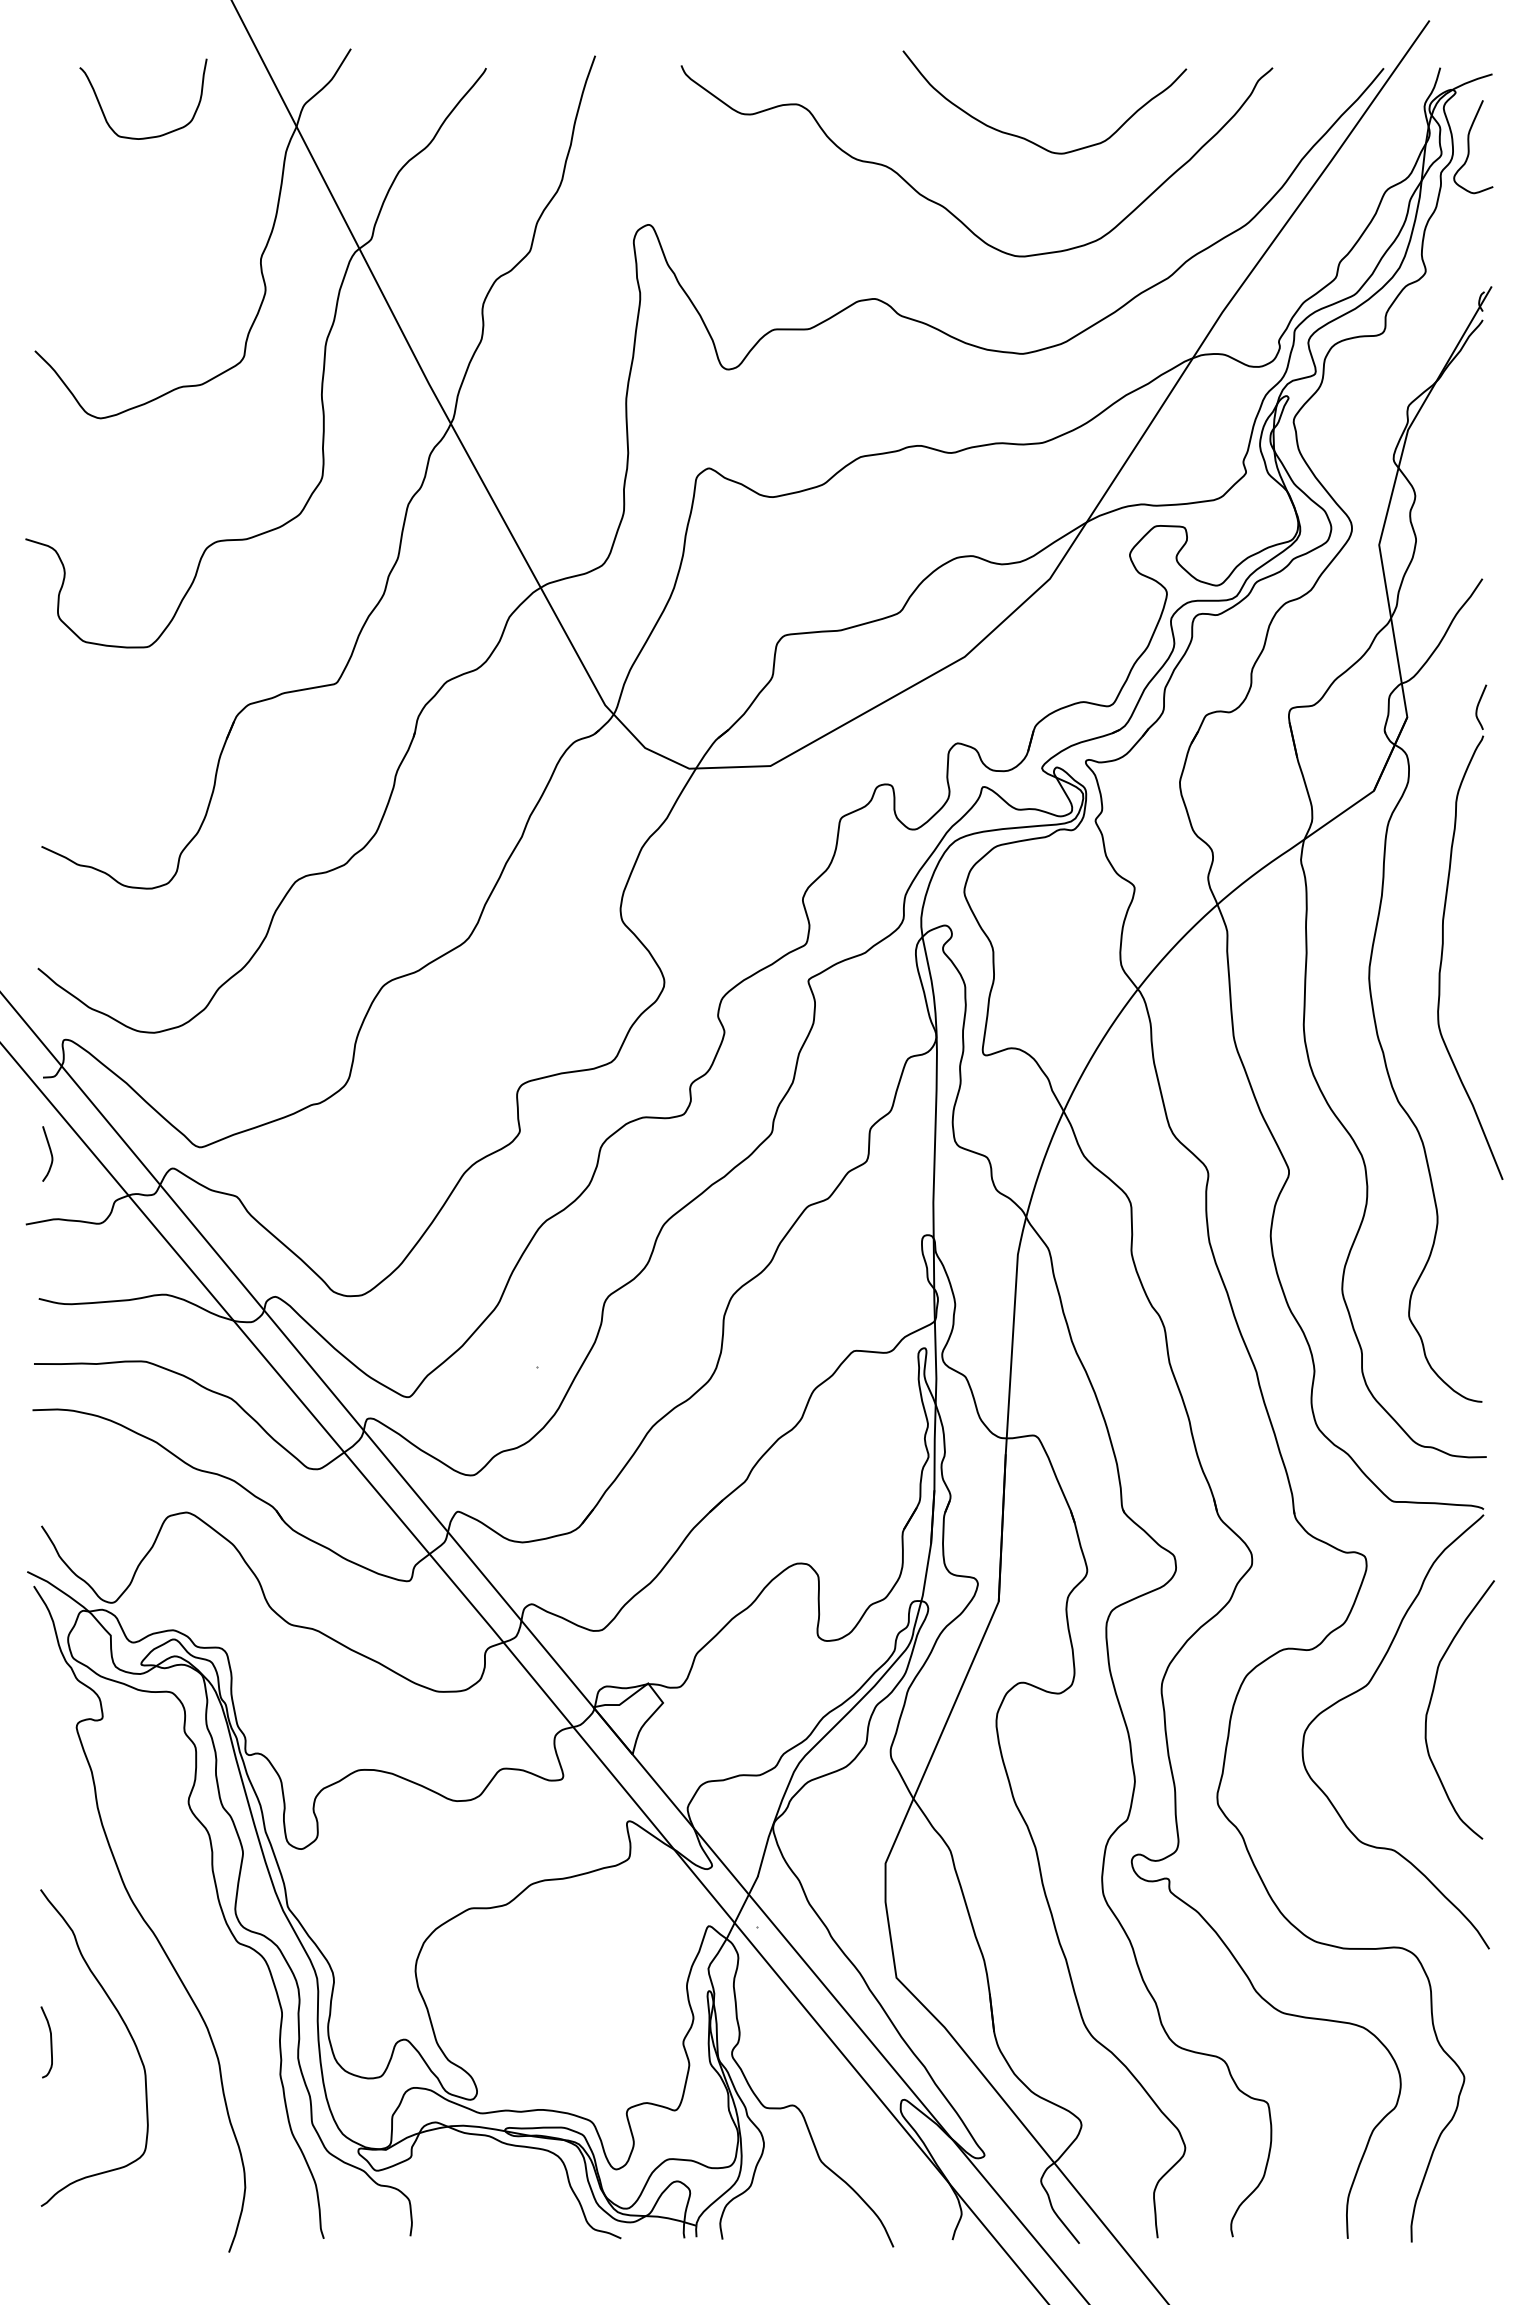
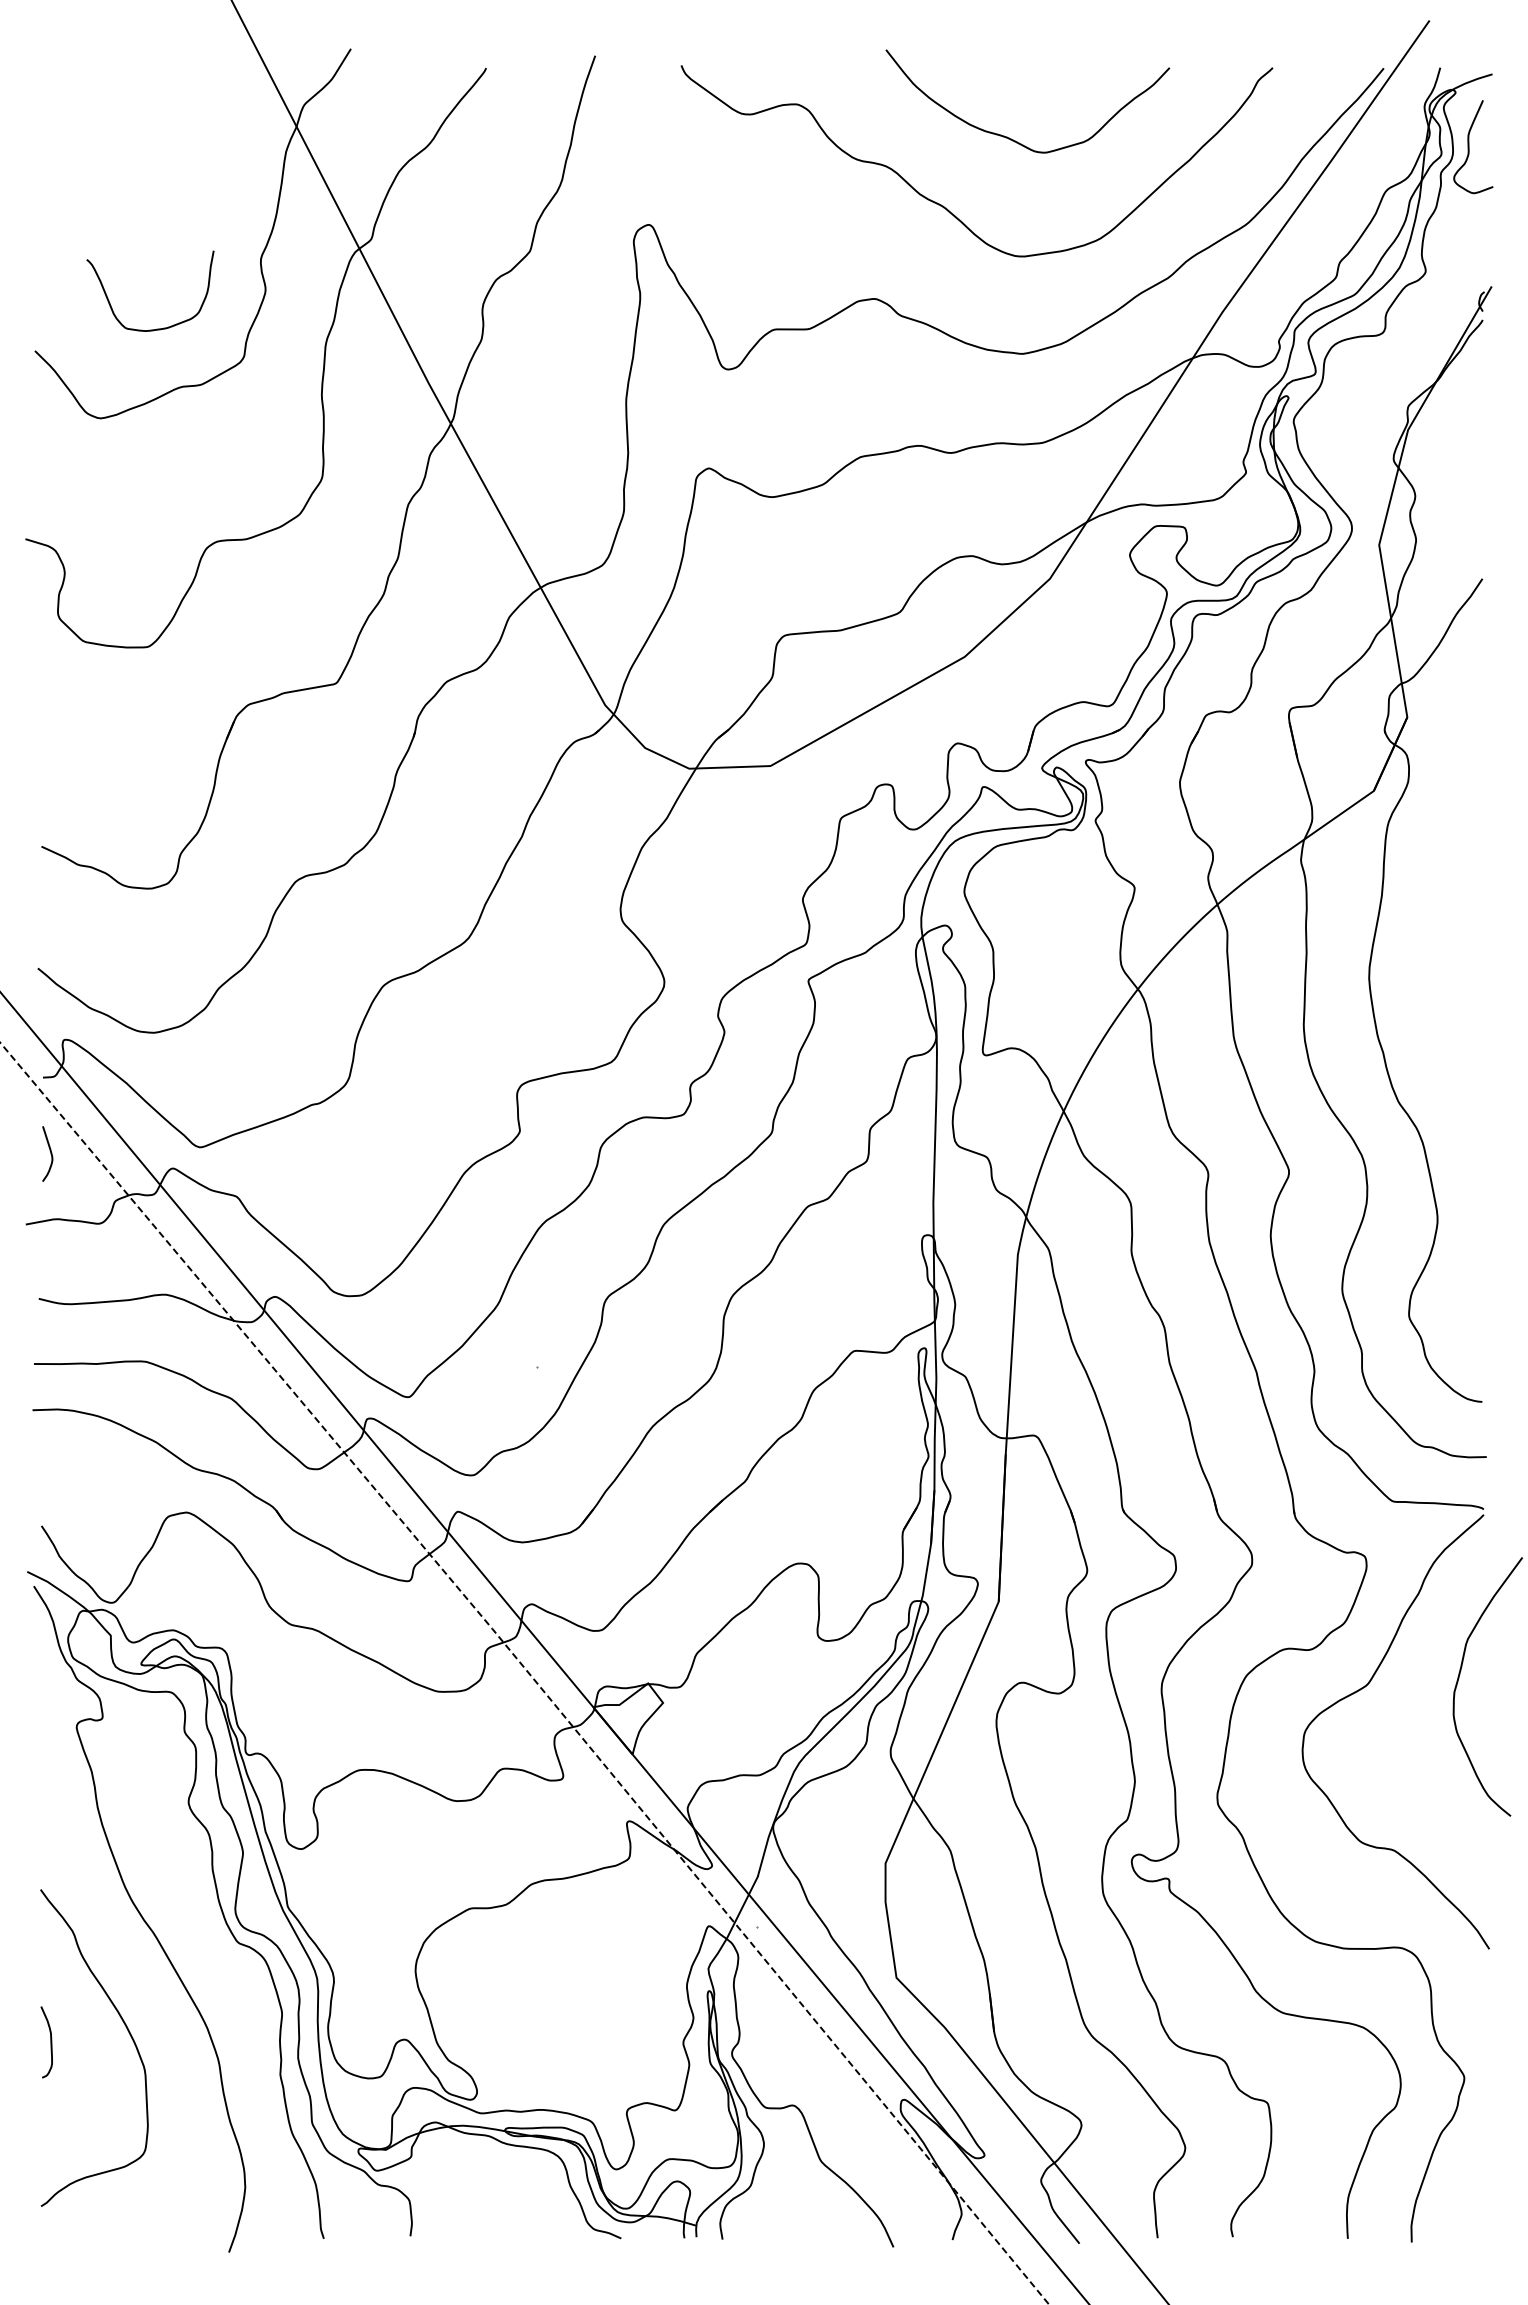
curve at (149, 136) position: (149, 136) -> (156, 328)
curve at (1026, 138) position: (1026, 138) -> (1009, 137)
part at (1443, 931): present -> none
line at (526, 1670): solid -> dashed
curve at (1431, 1701) position: (1431, 1701) -> (1459, 1678)
